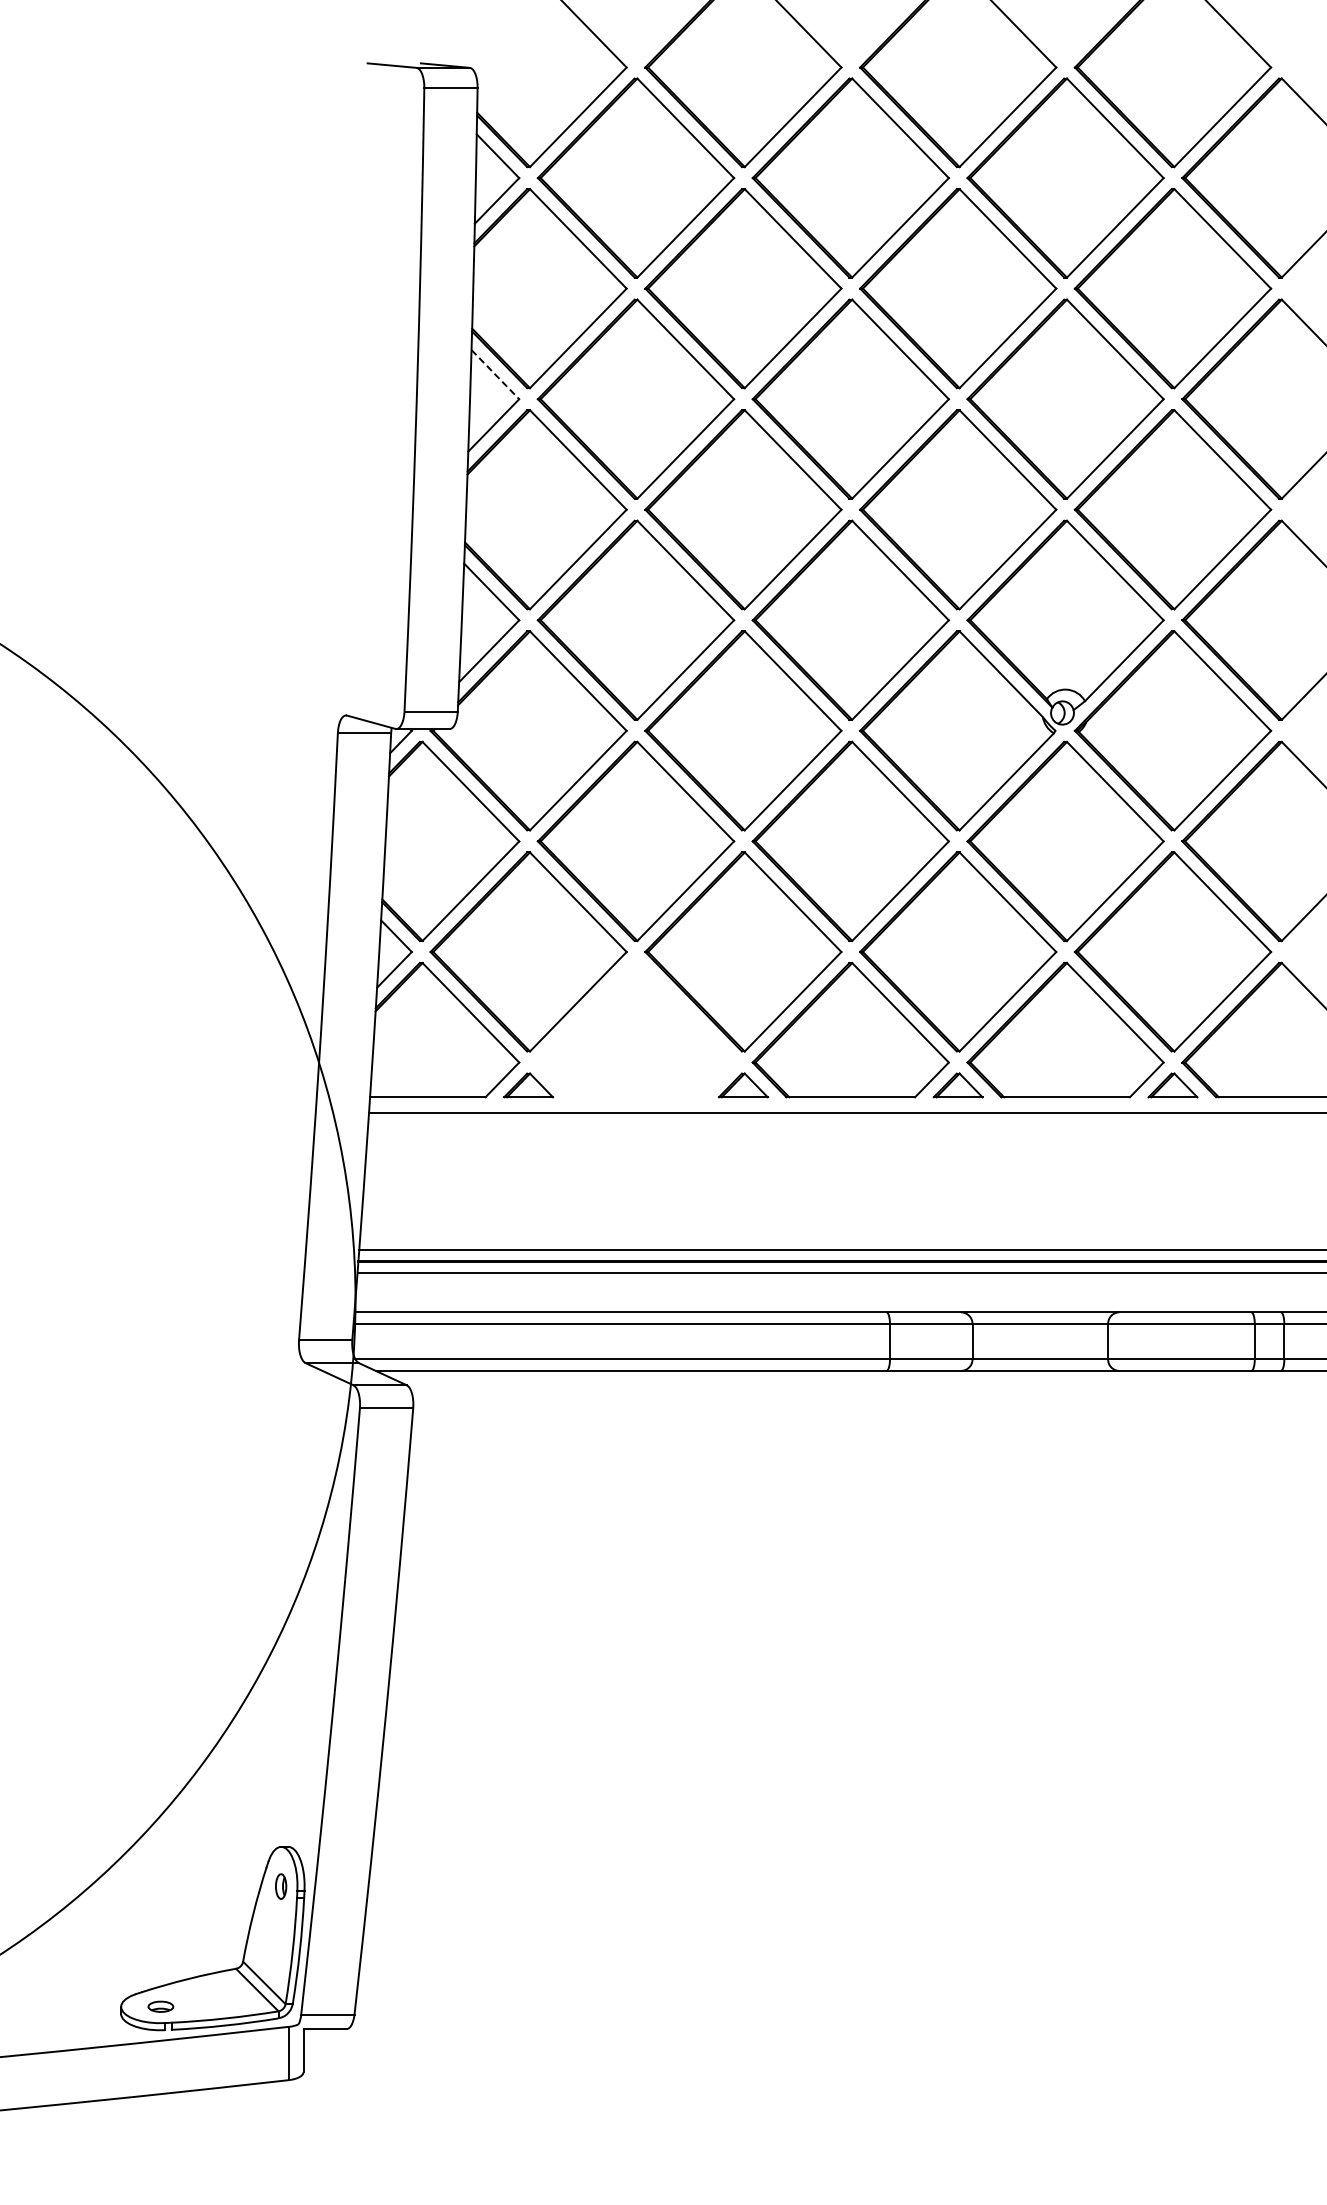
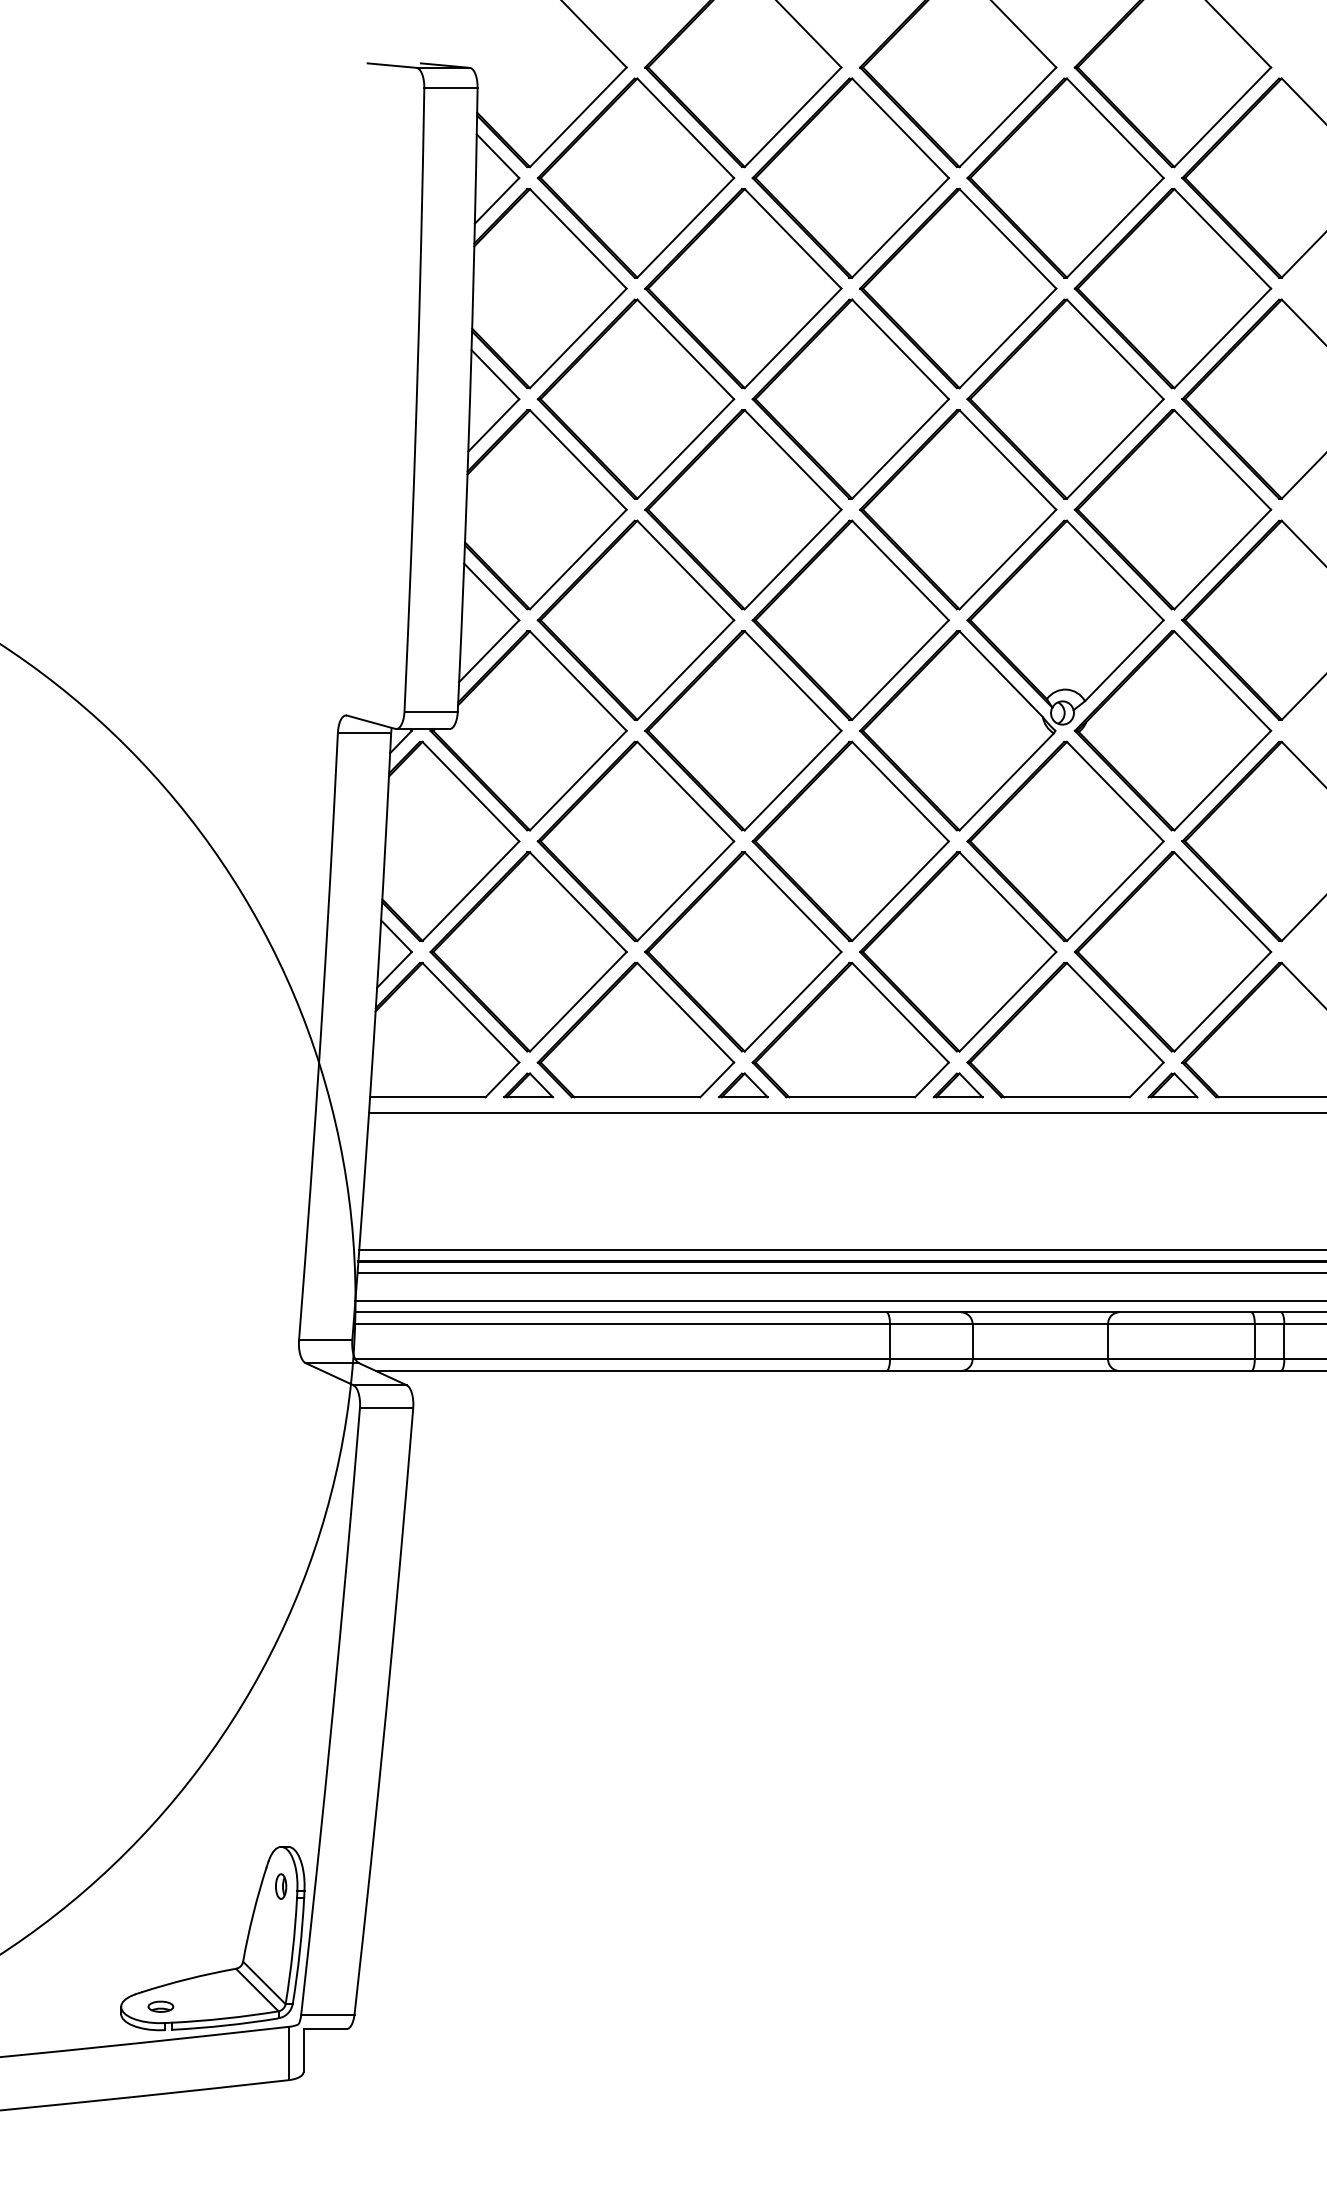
line at (495, 375): dashed -> solid
part at (635, 1029): none -> present
line at (839, 1300): none -> present
